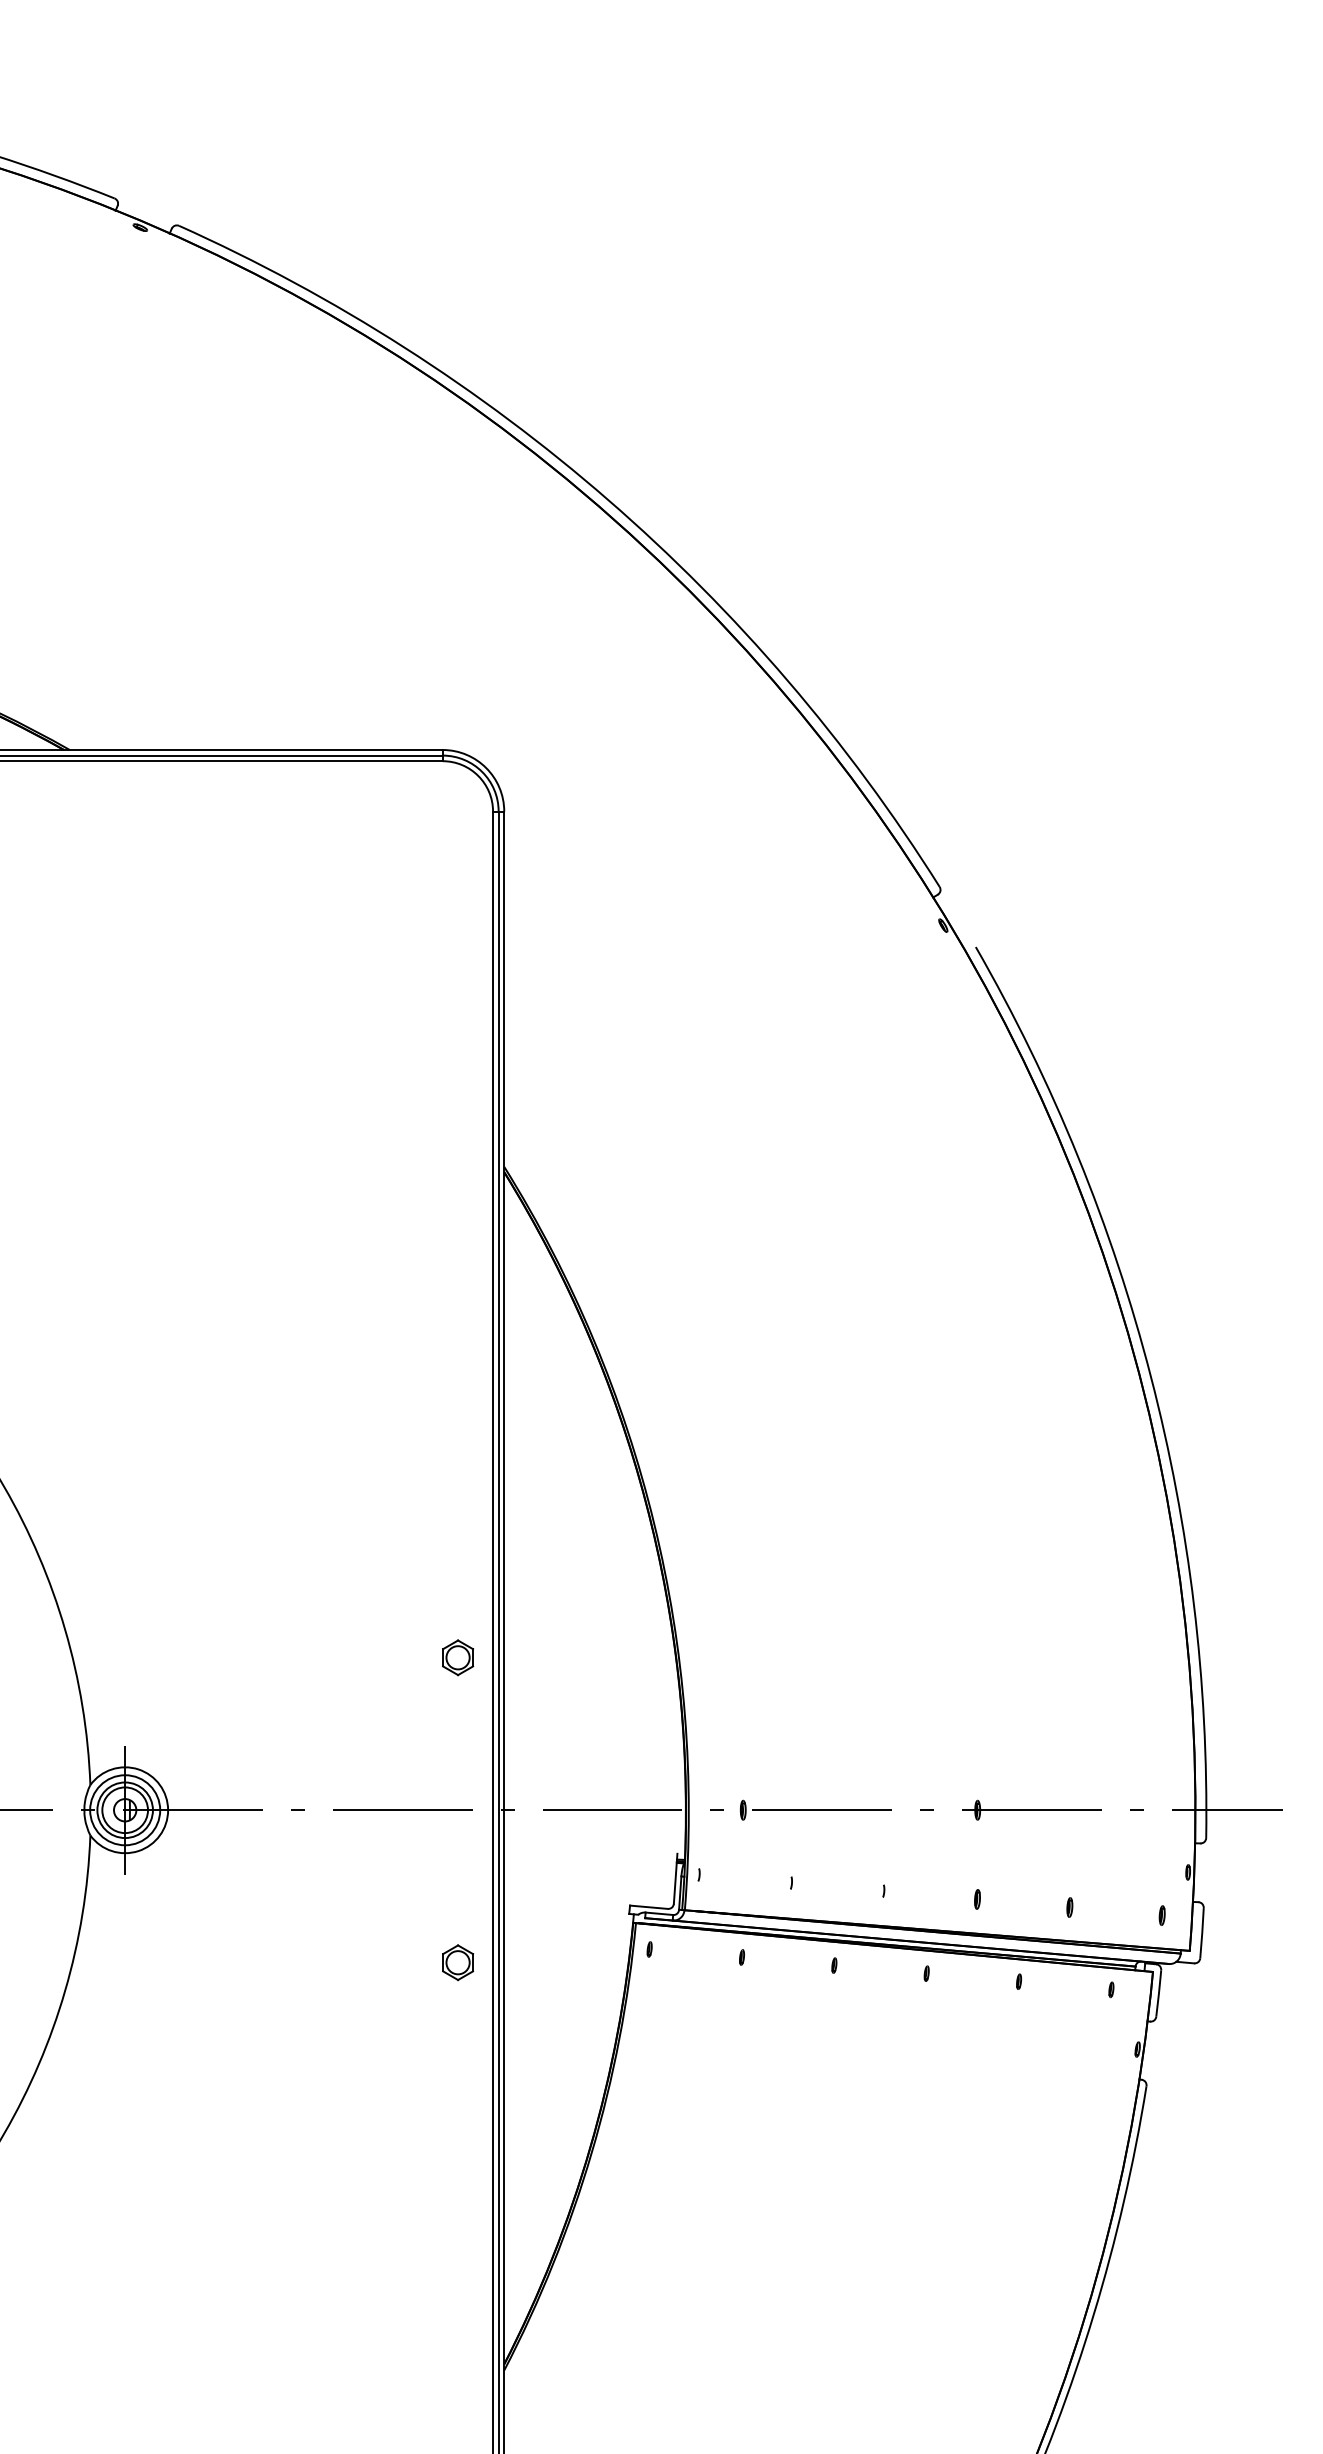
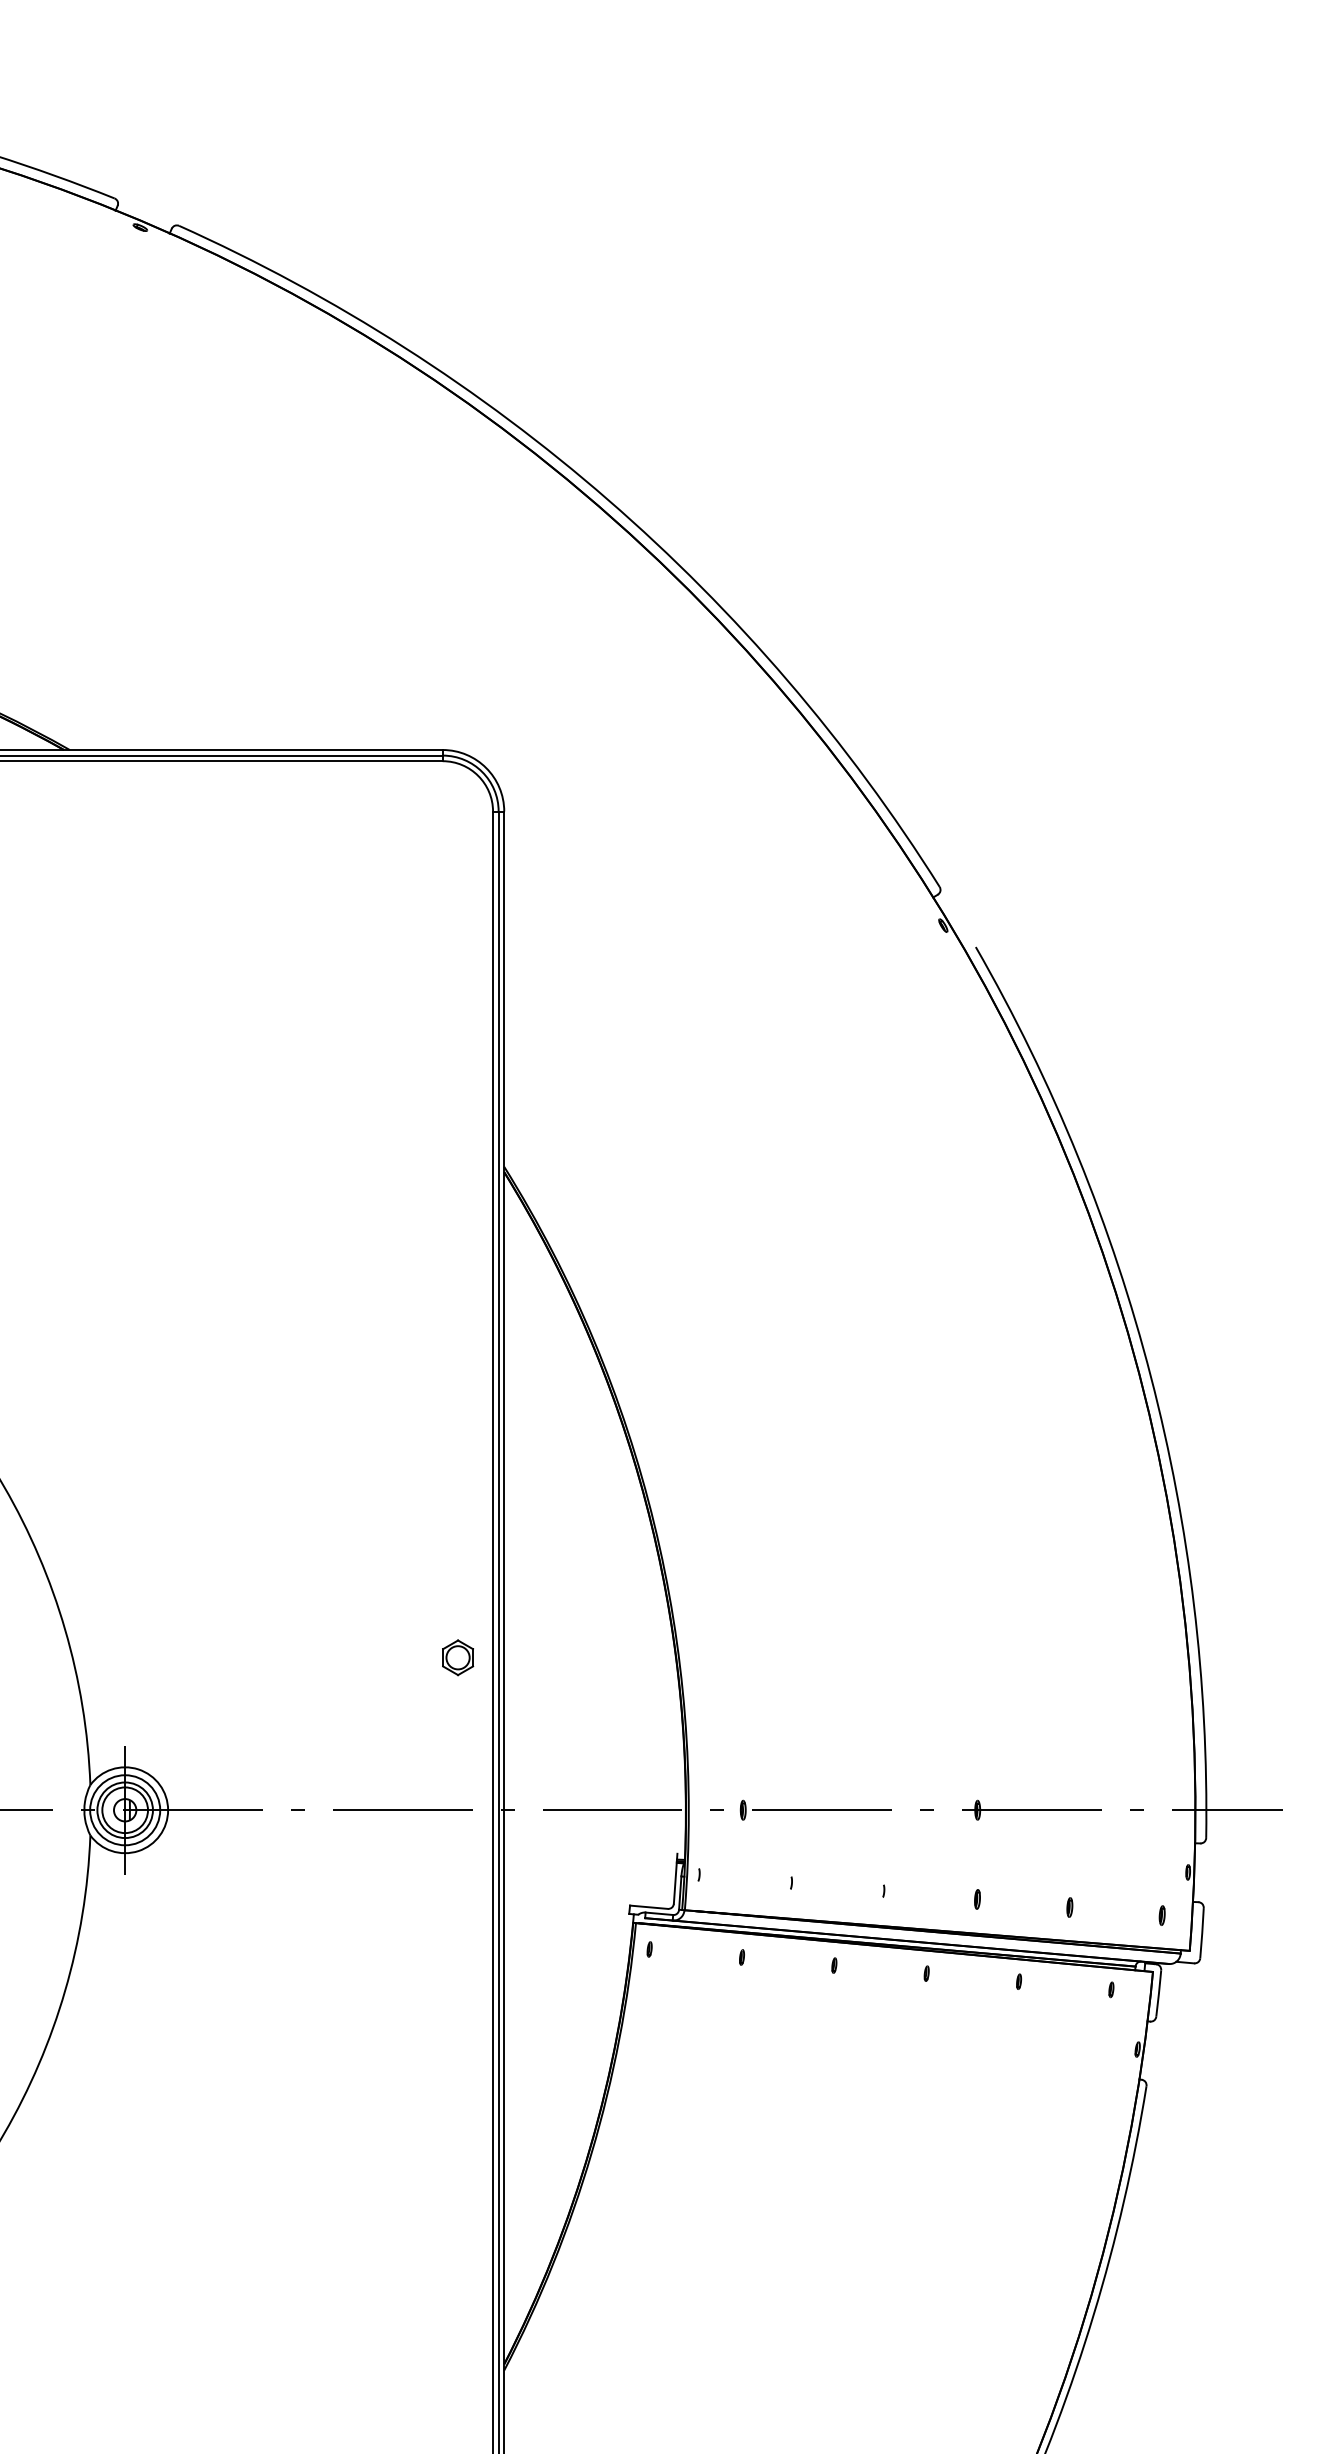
part at (458, 1962): present -> none
